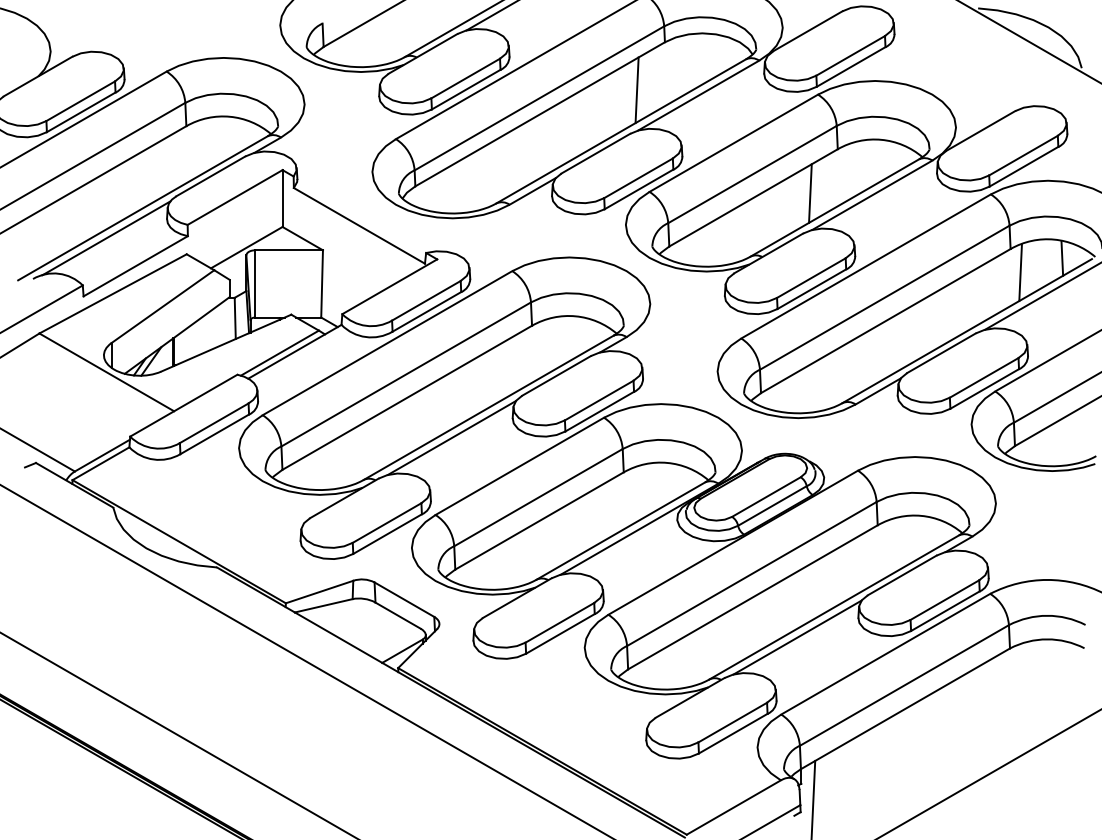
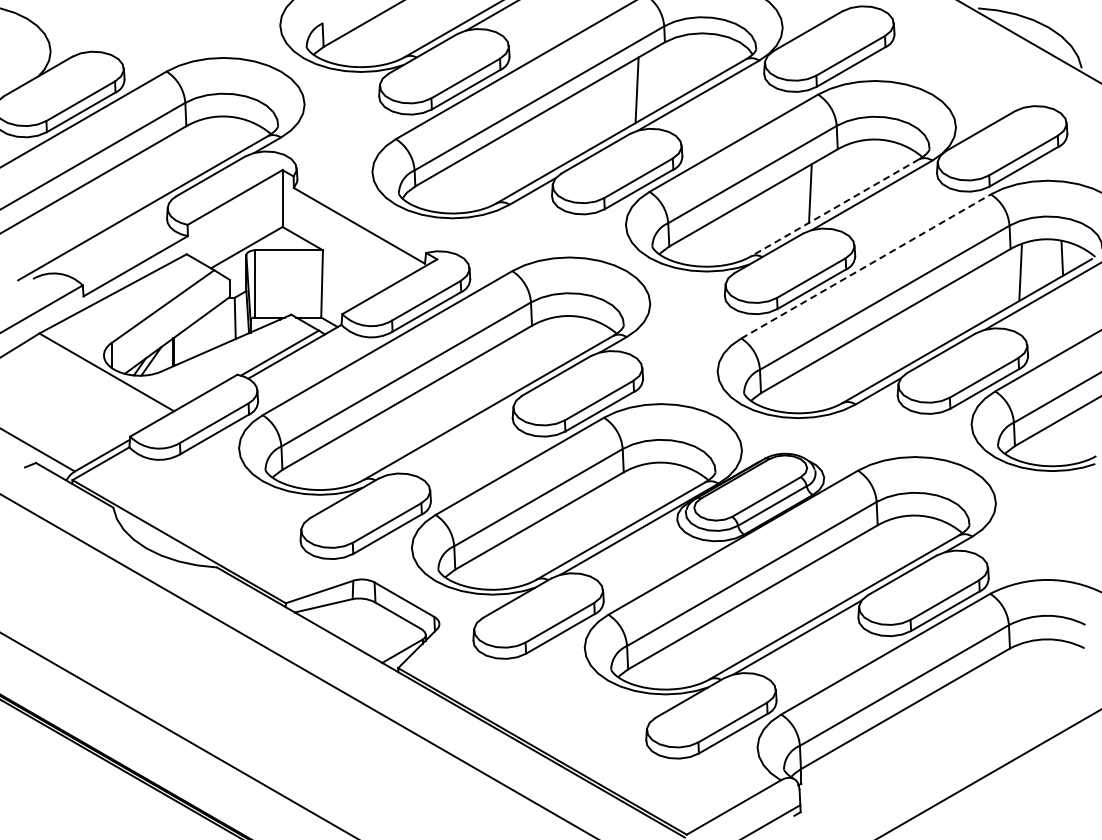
line at (834, 208): solid -> dashed
line at (106, 238): present -> none
line at (866, 266): solid -> dashed
line at (451, 437): present -> none
line at (305, 660) position: (305, 660) -> (297, 665)
line at (813, 798): present -> none
